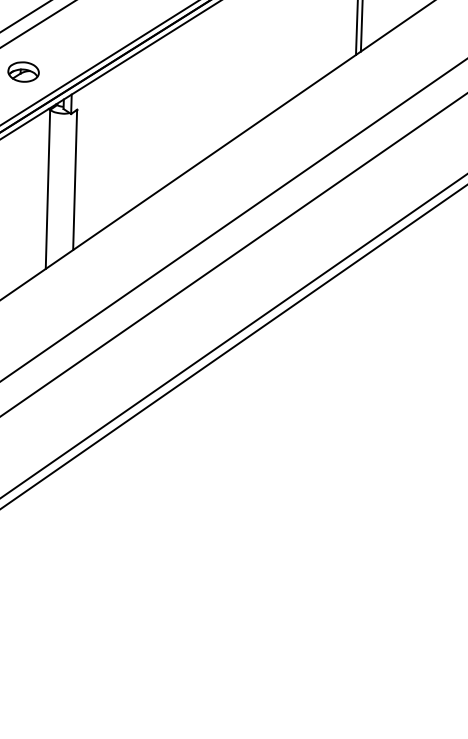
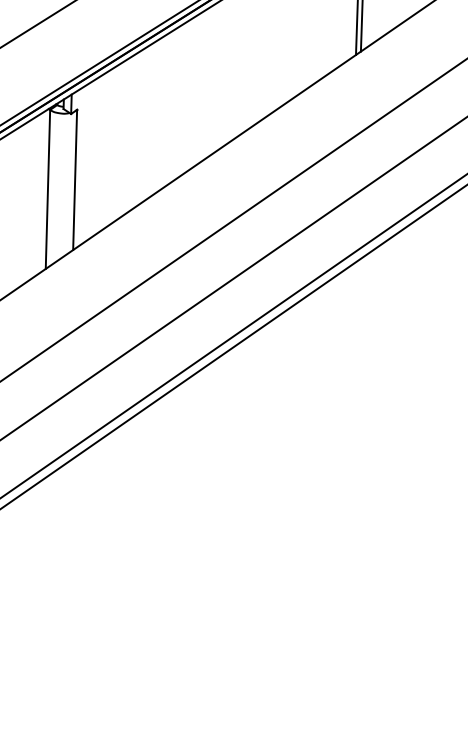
line at (25, 16): present -> none
part at (23, 71): present -> none
line at (233, 255) position: (233, 255) -> (233, 278)
